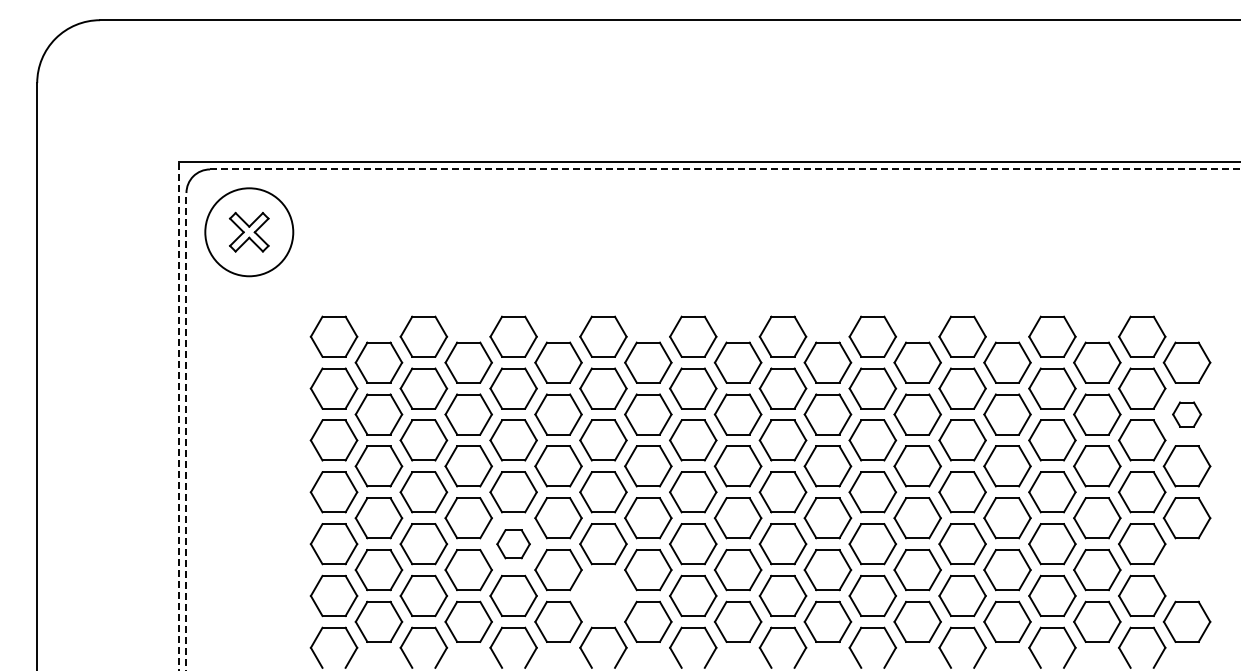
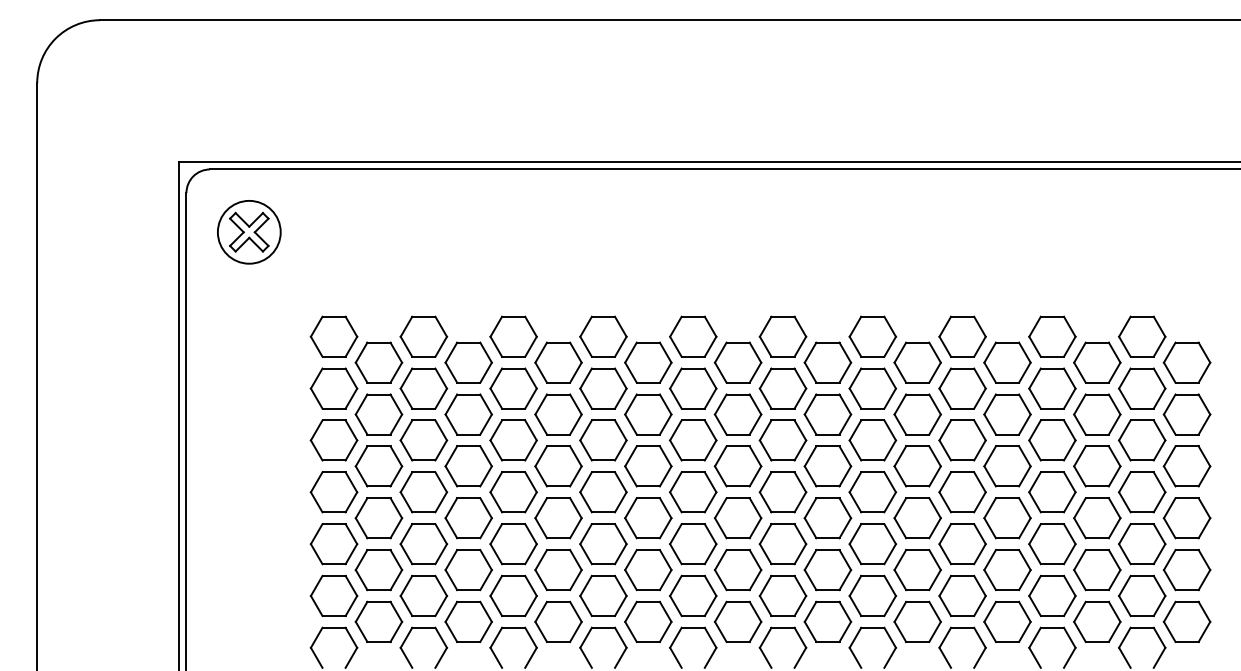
line at (726, 169): dashed -> solid
circle at (249, 232) diameter: 88 px -> 63 px
part at (1187, 414) size: 31x27 px -> 50x43 px
line at (178, 415): dashed -> solid
line at (186, 431): dashed -> solid
part at (513, 544) size: 35x31 px -> 49x43 px
part at (1186, 570): none -> present
part at (603, 595): none -> present
